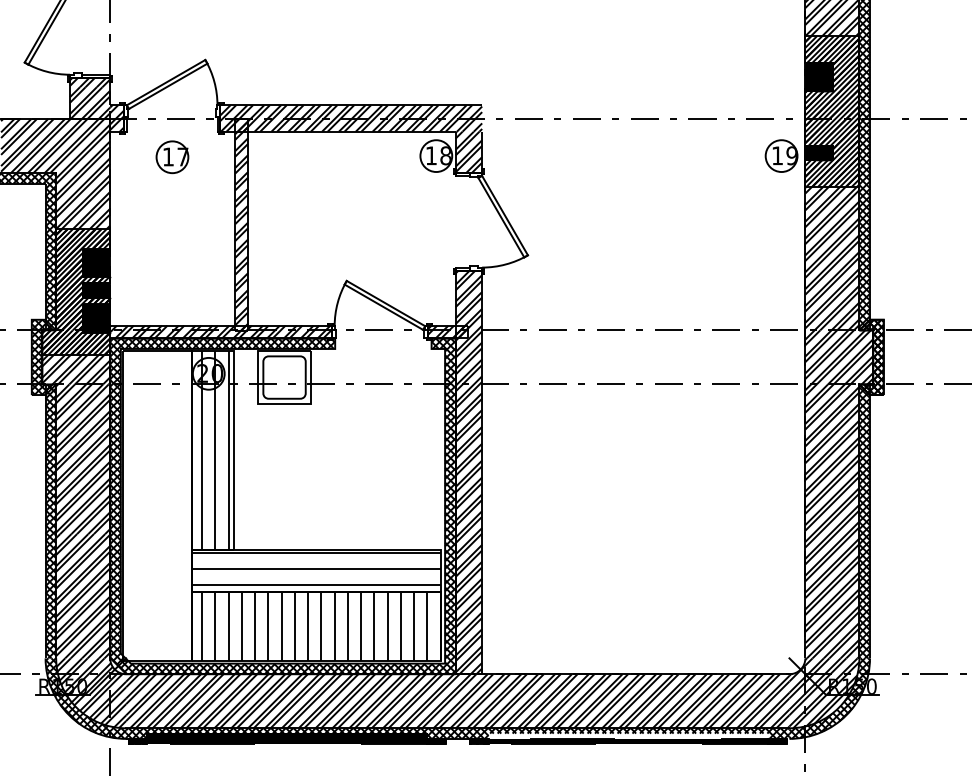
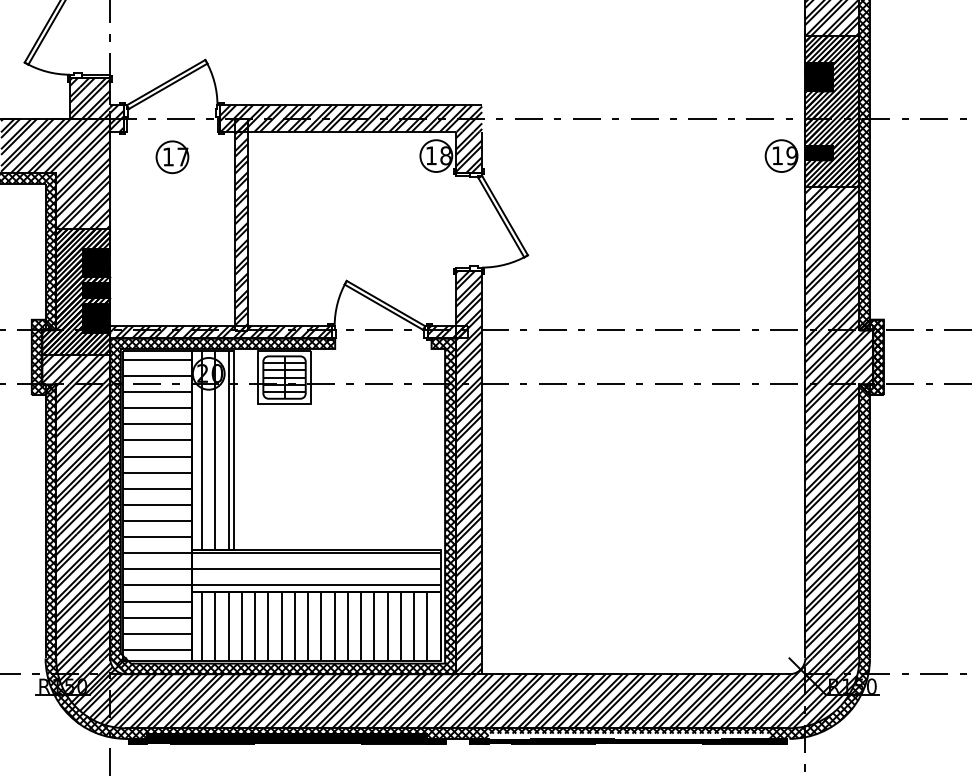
hatch at (284, 377): none -> present
hatch at (156, 504): none -> present
